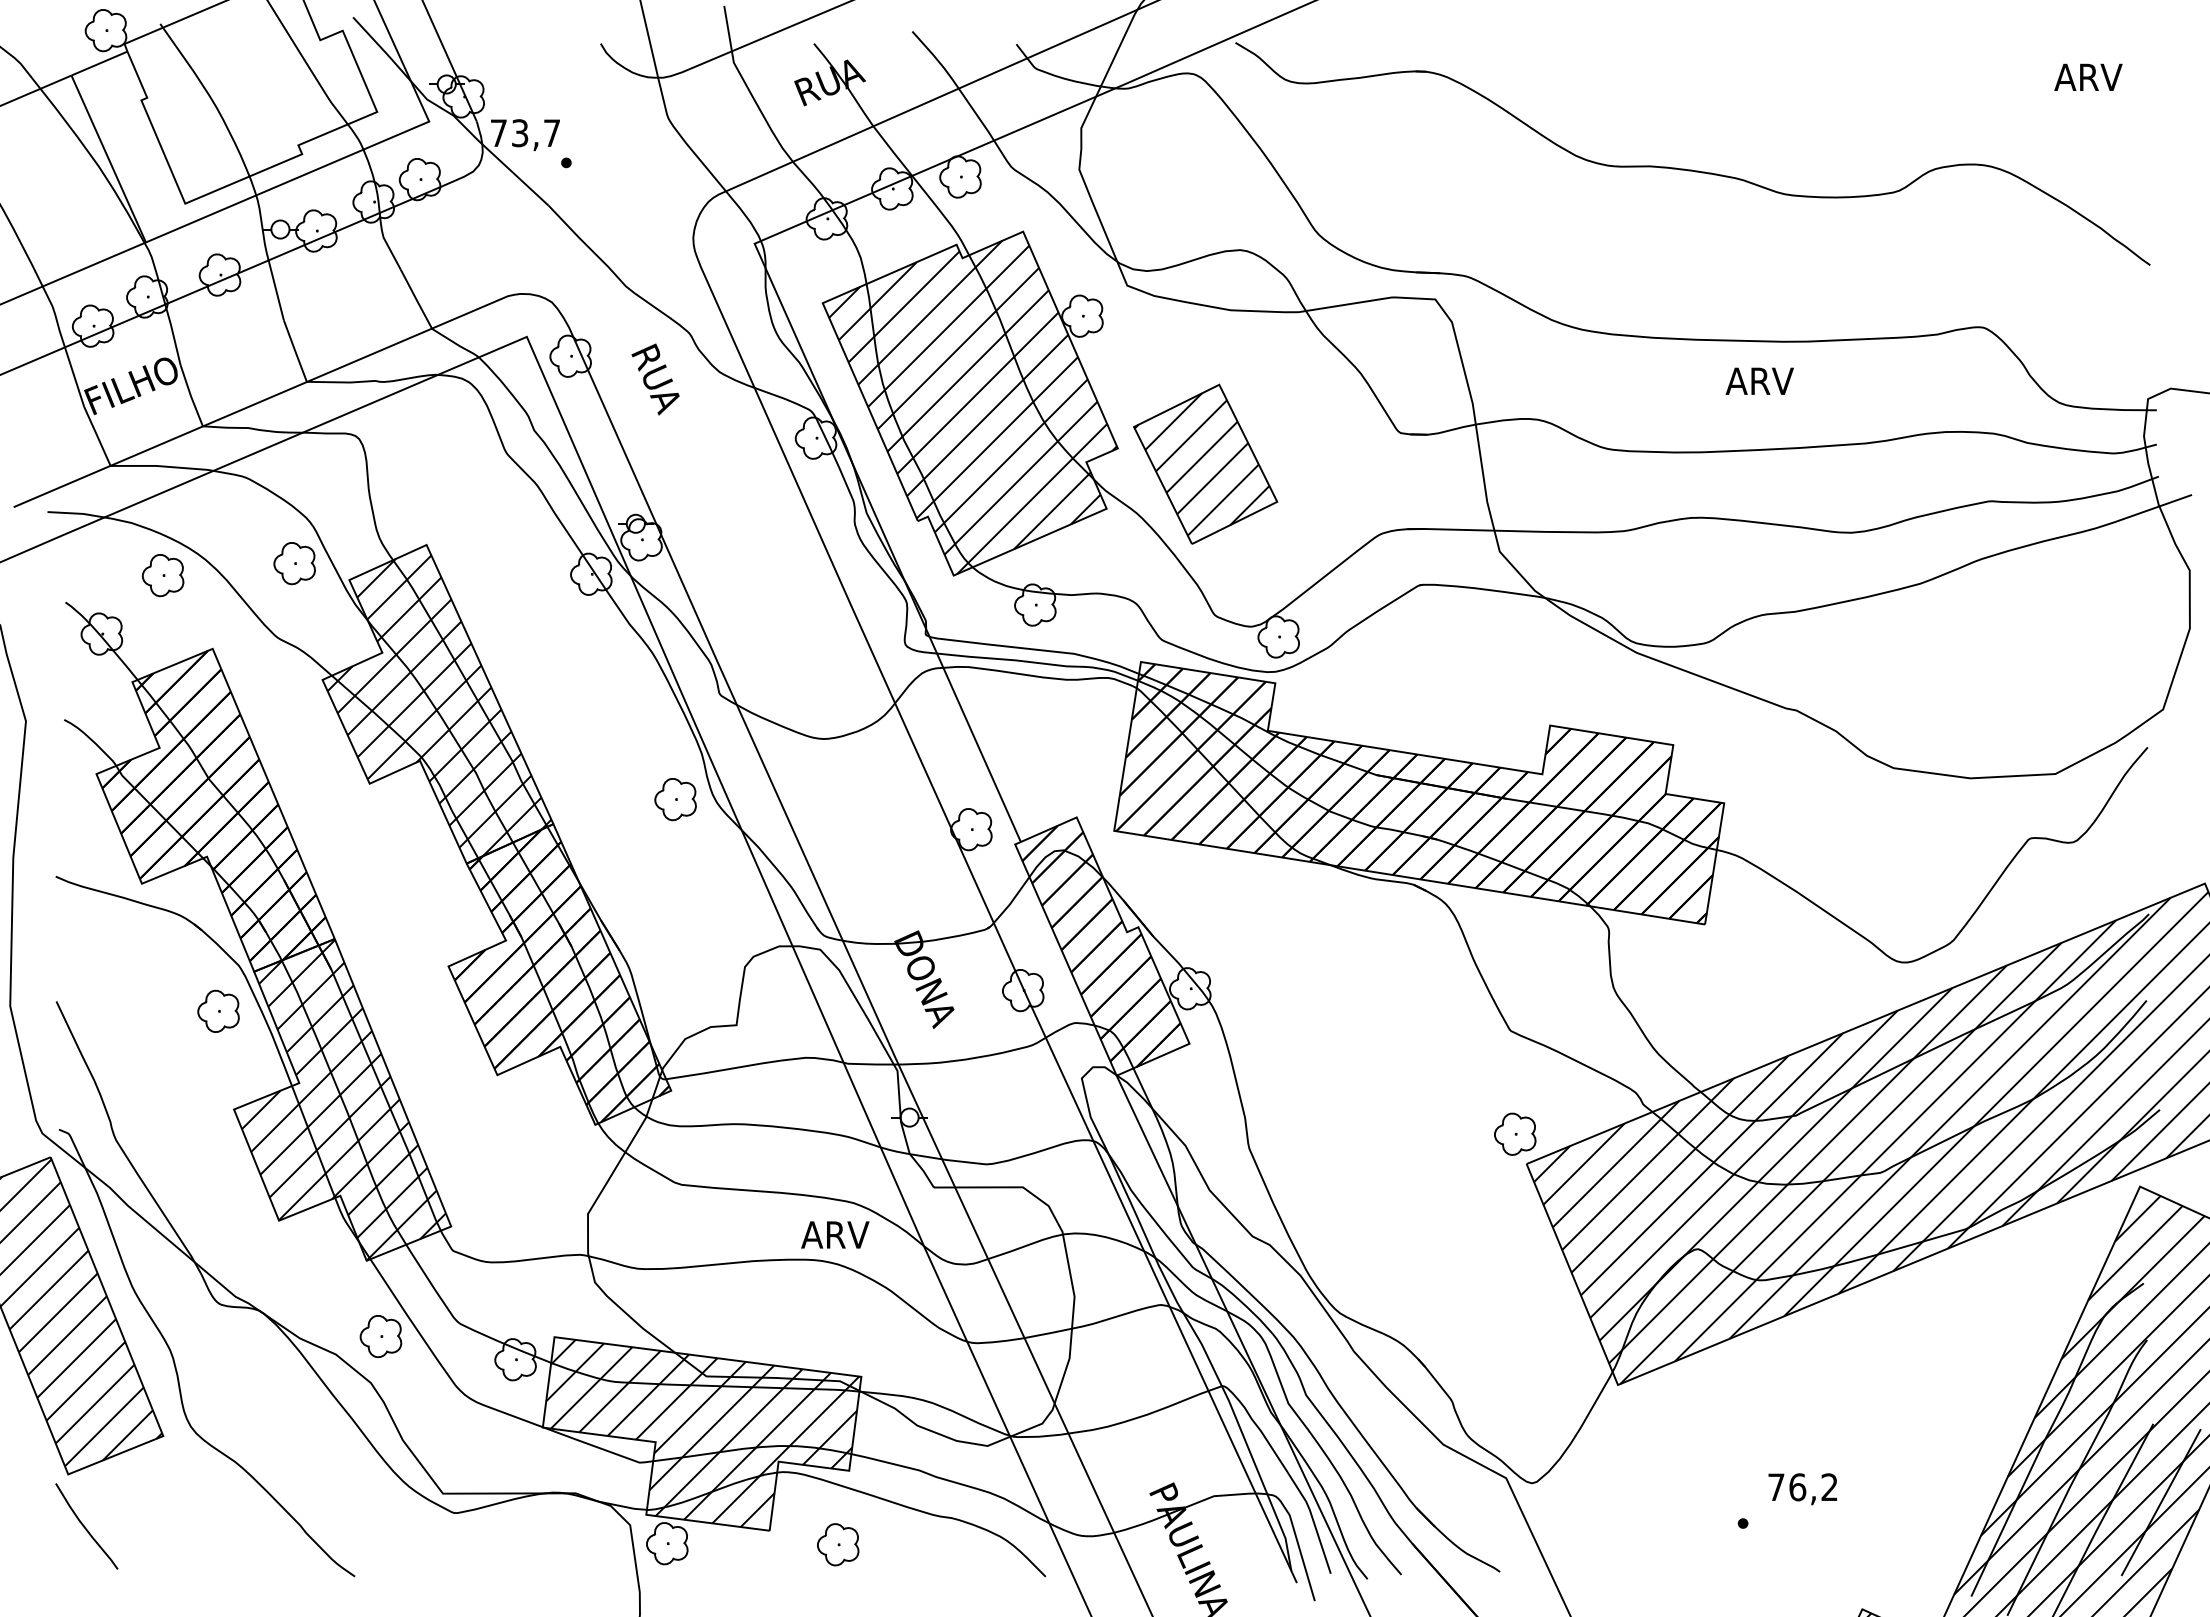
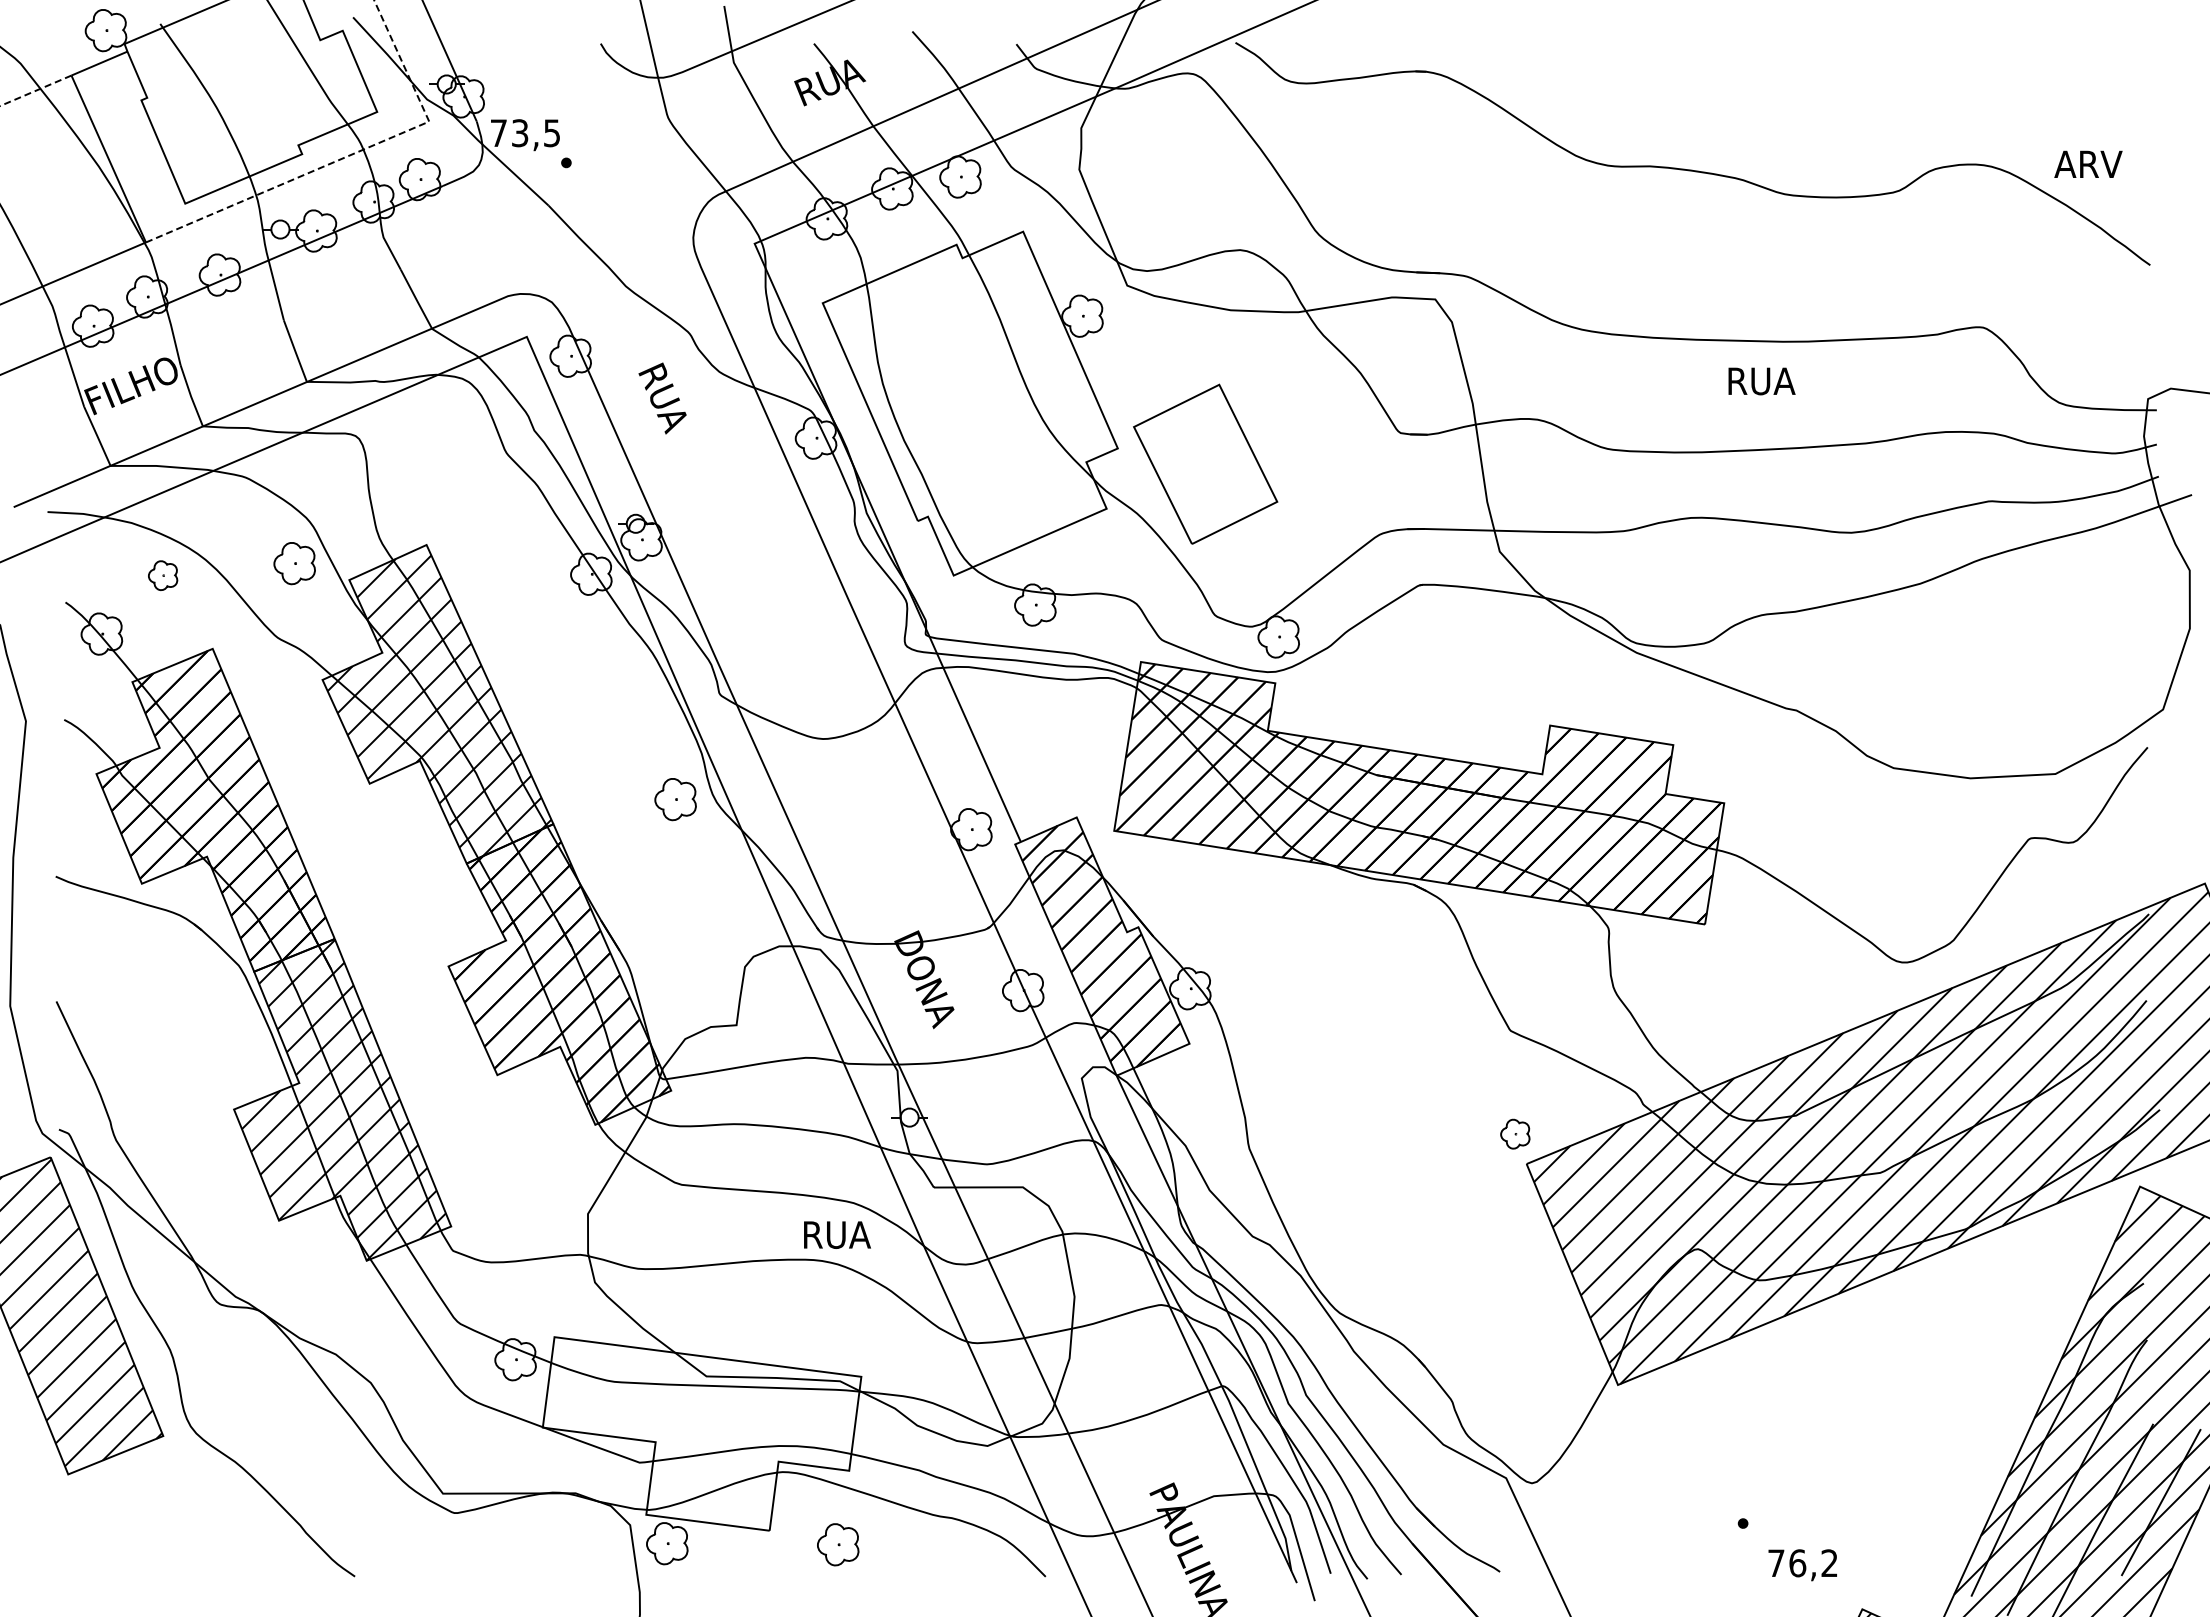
text at (2088, 76) position: (2088, 76) -> (2088, 163)
line at (35, 90): solid -> dashed
text at (551, 133): 73,7 -> 73,5
line at (349, 155): solid -> dashed
text at (655, 379) position: (655, 379) -> (662, 398)
text at (1760, 381): ARV -> RUA
hatch at (972, 407): present -> none
hatch at (1201, 464): present -> none
part at (162, 575) size: 44x44 px -> 31x31 px
part at (218, 1010): present -> none
part at (1515, 1133) size: 43x44 px -> 31x32 px
text at (835, 1234): ARV -> RUA
part at (380, 1336): present -> none
hatch at (702, 1434): present -> none
text at (1802, 1489) position: (1802, 1489) -> (1802, 1565)
curve at (85, 1526): present -> none
